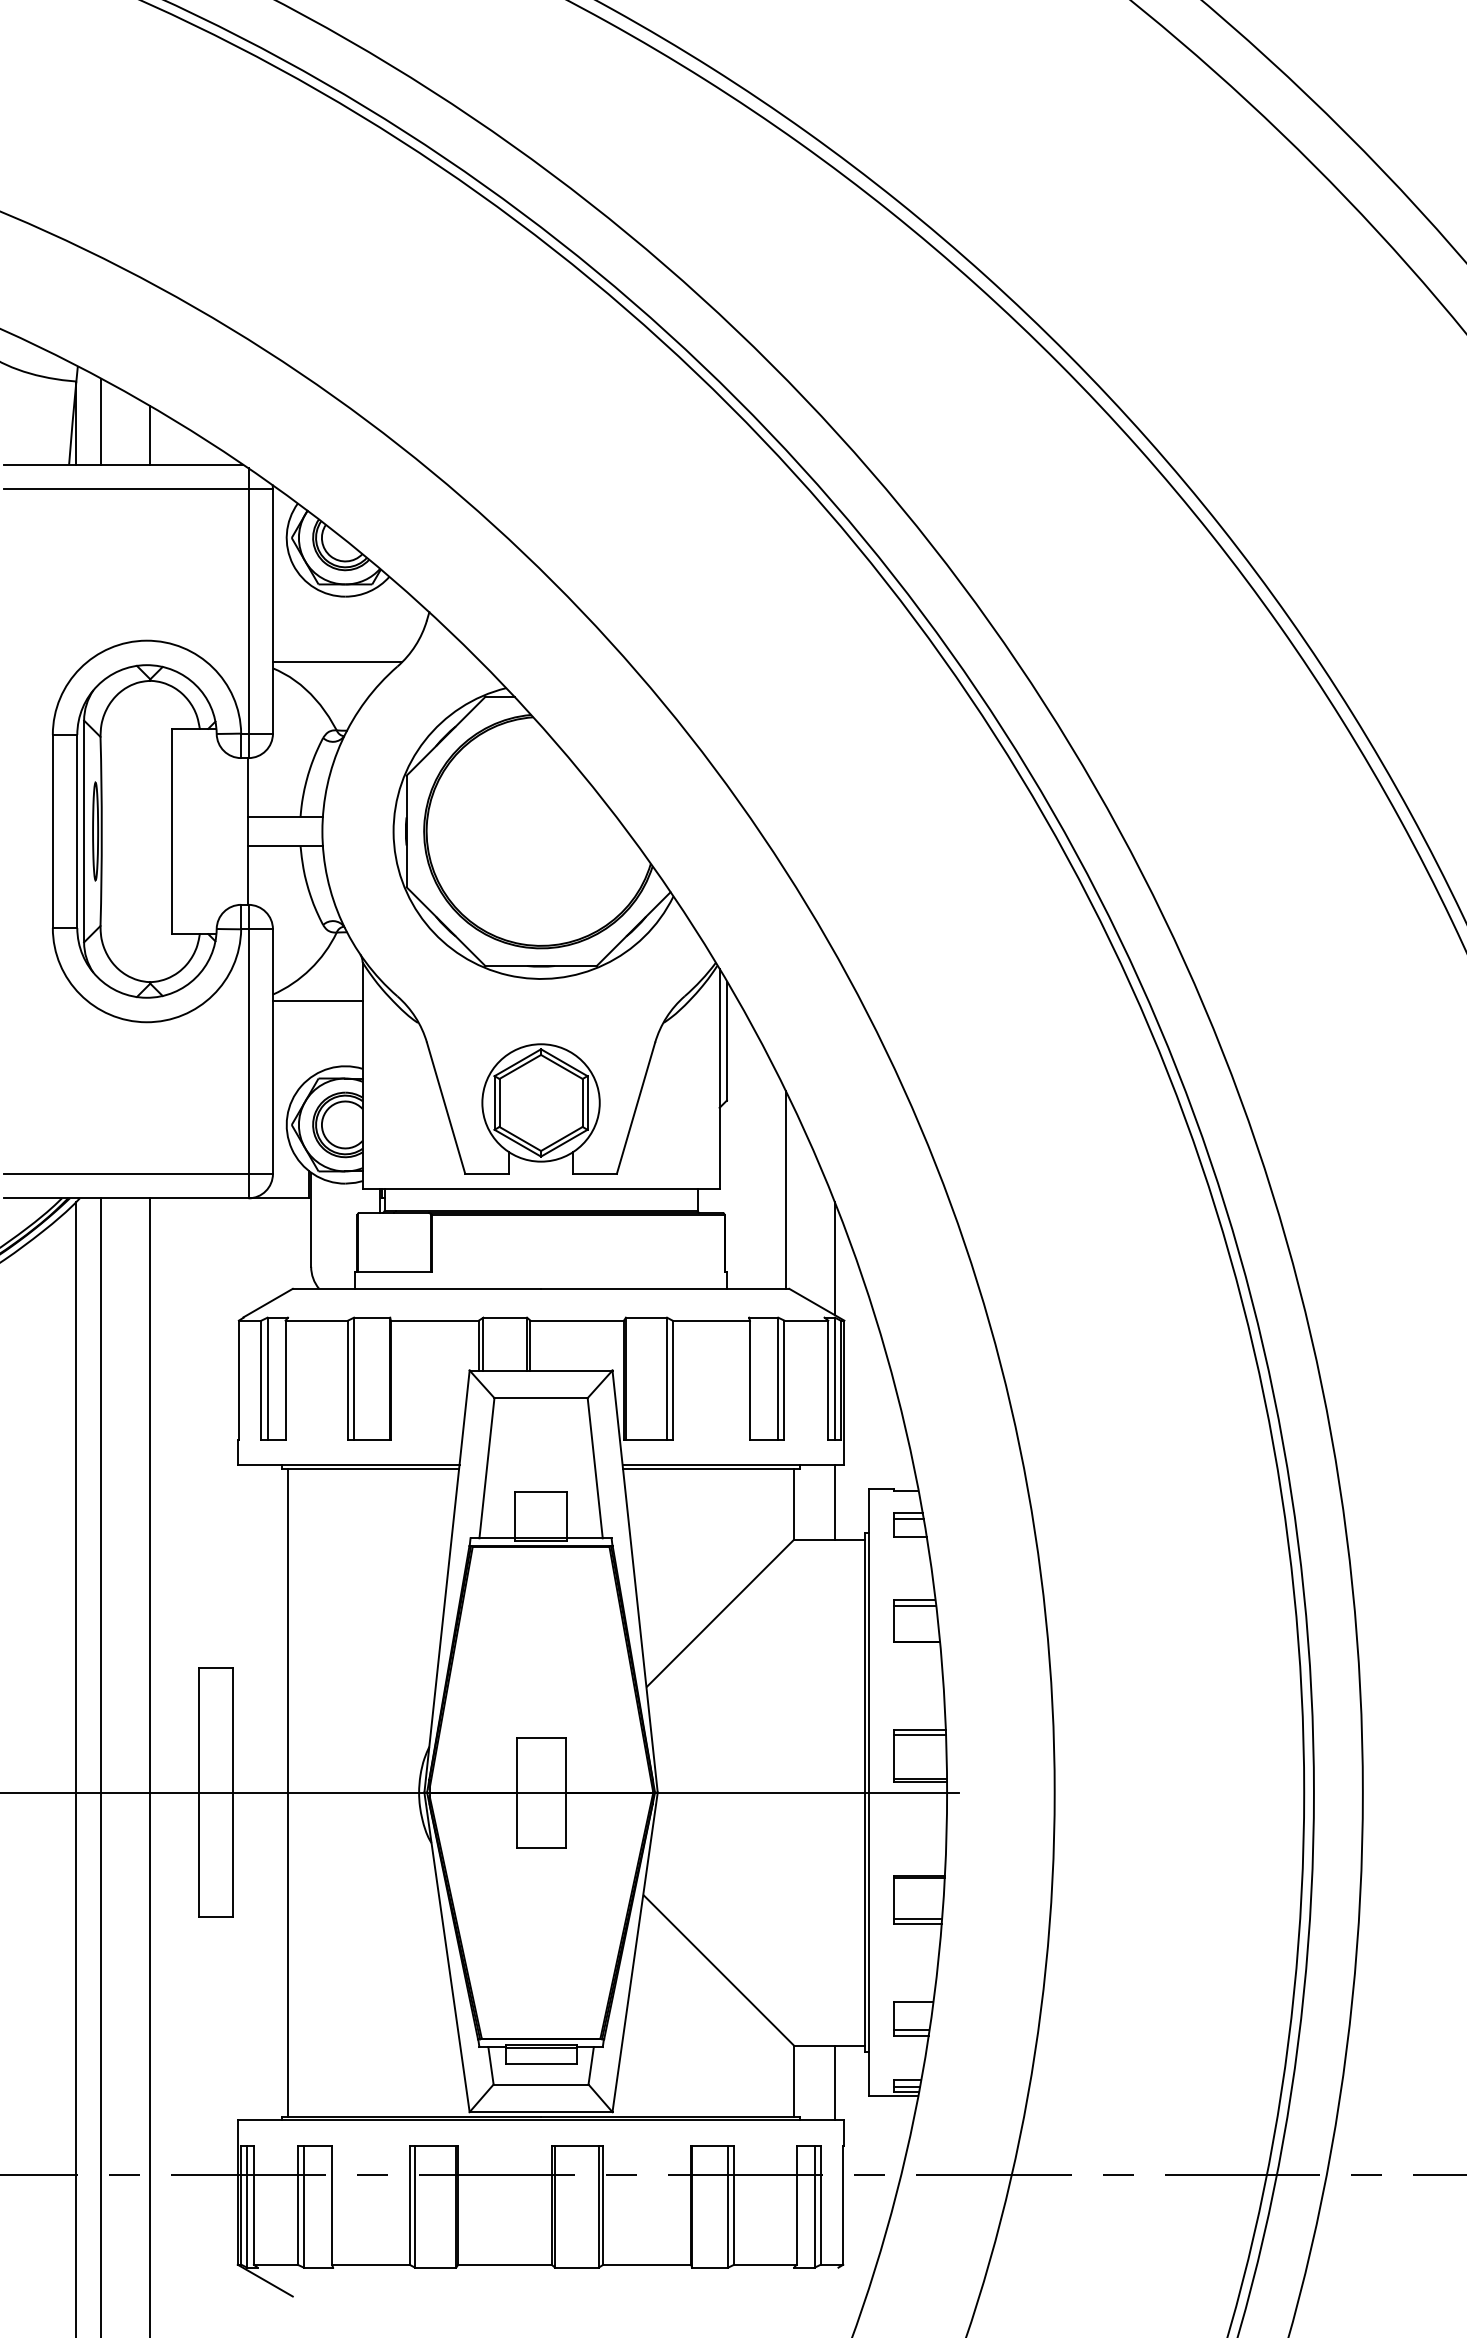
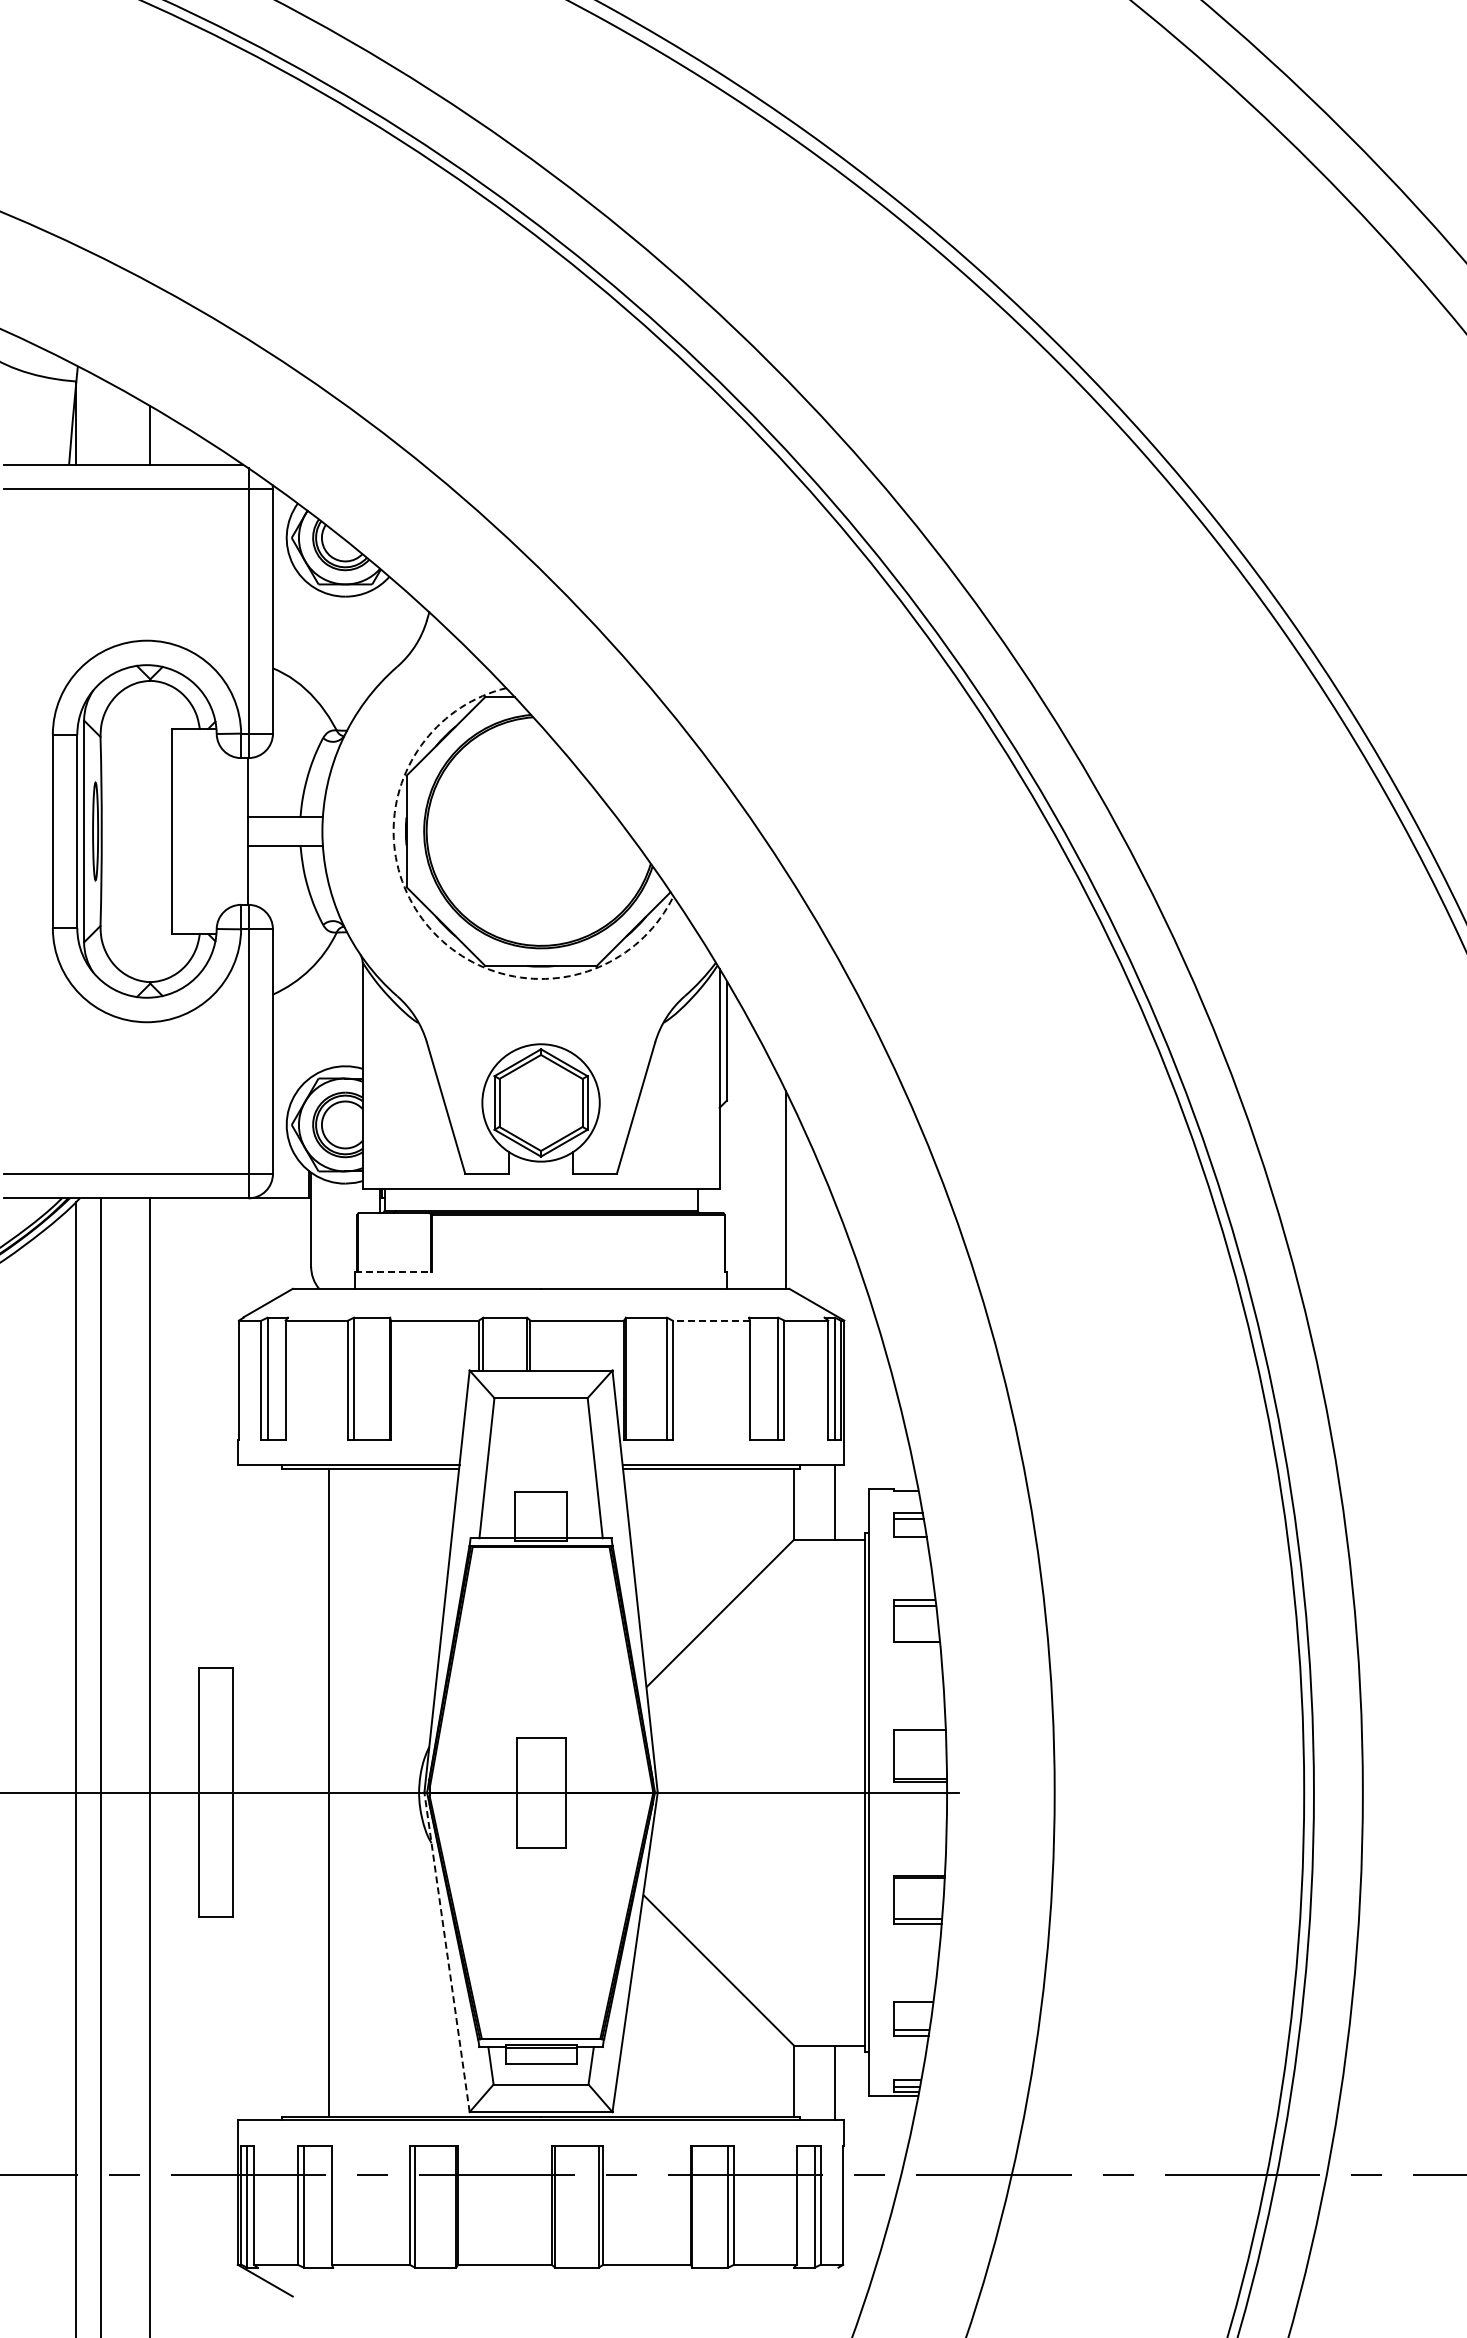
line at (100, 421): present -> none
line at (337, 662): present -> none
arc at (426, 923): solid -> dashed
line at (317, 1000): present -> none
line at (834, 1258): present -> none
line at (393, 1271): solid -> dashed
line at (711, 1320): solid -> dashed
line at (920, 1735): present -> none
line at (287, 1792) position: (287, 1792) -> (328, 1792)
line at (446, 1951): solid -> dashed
